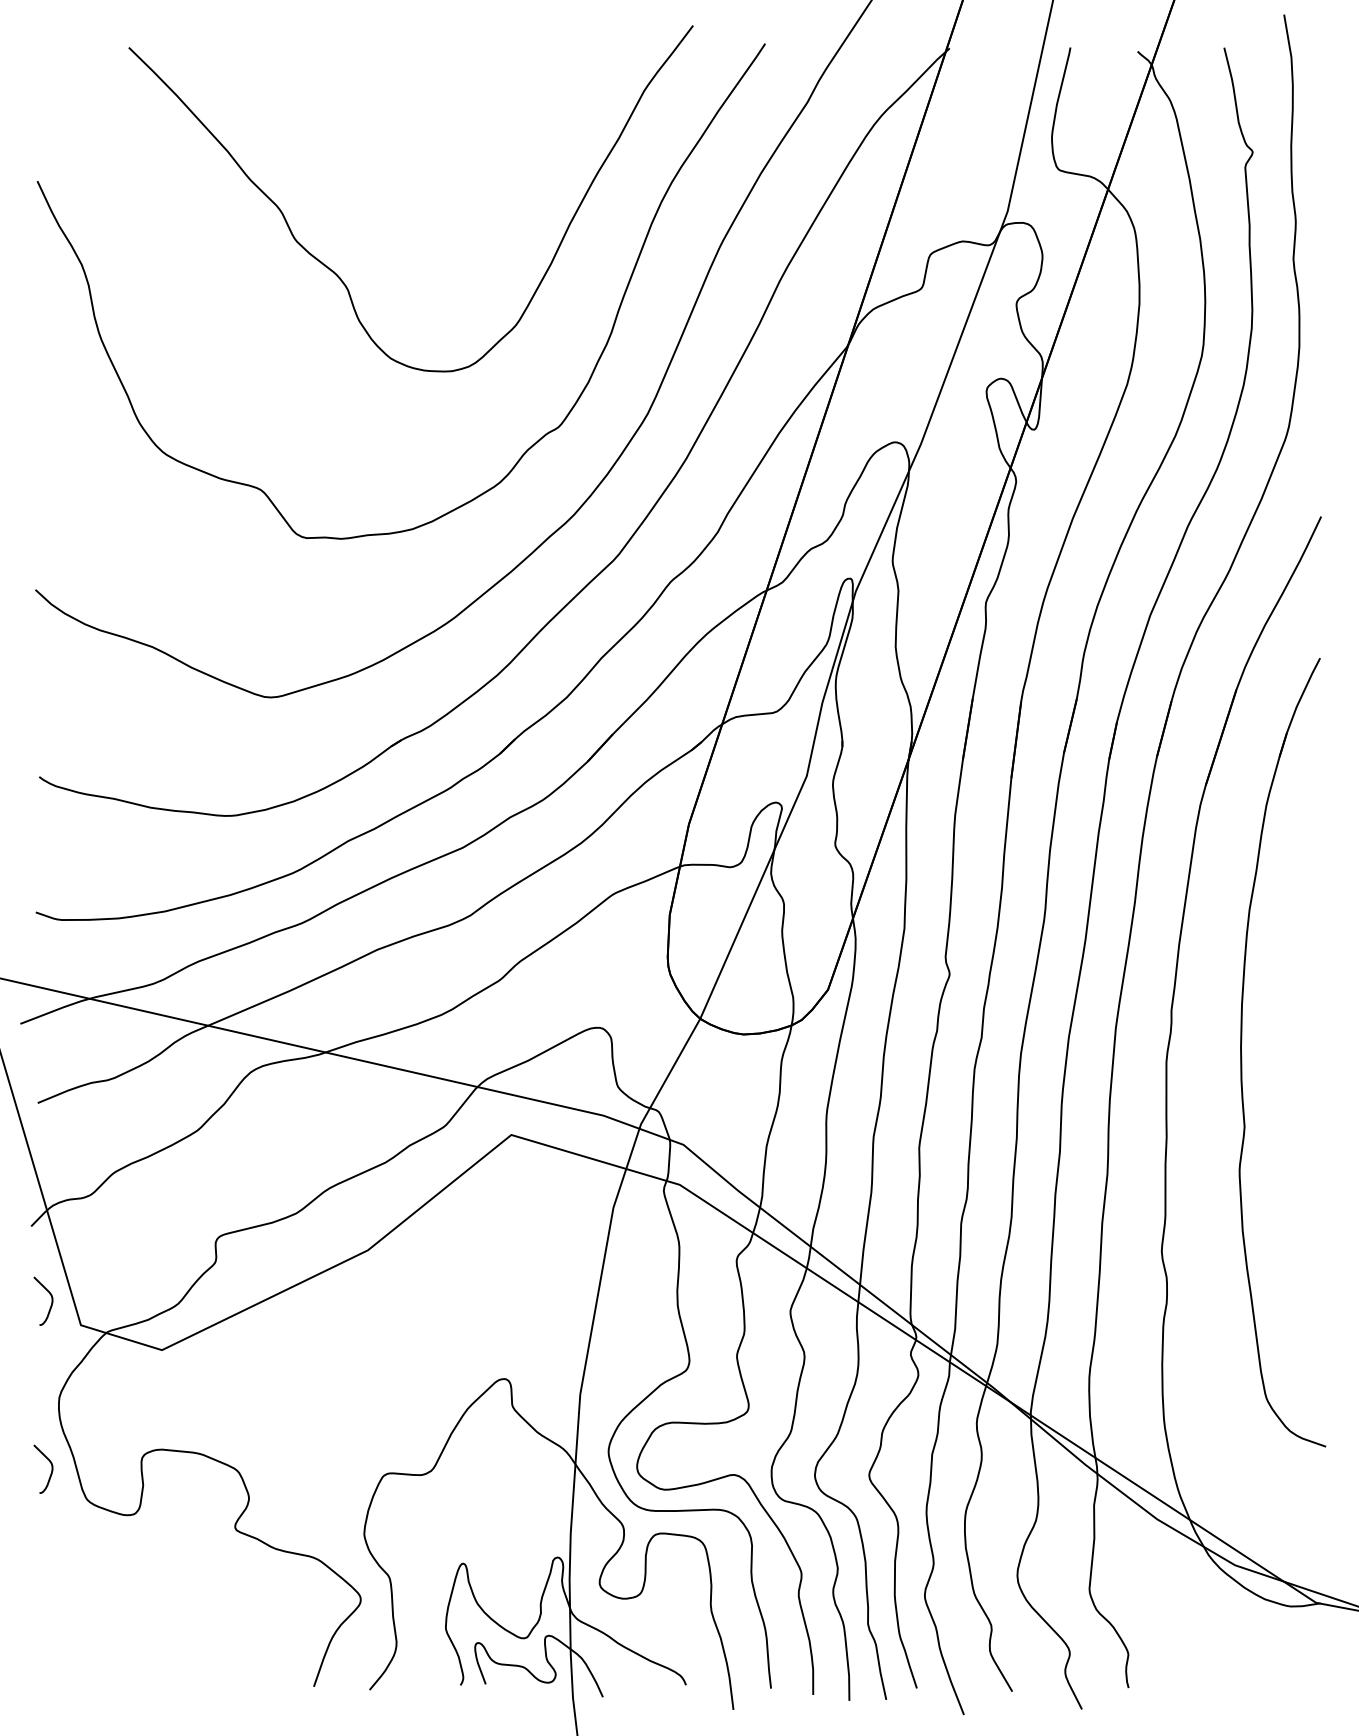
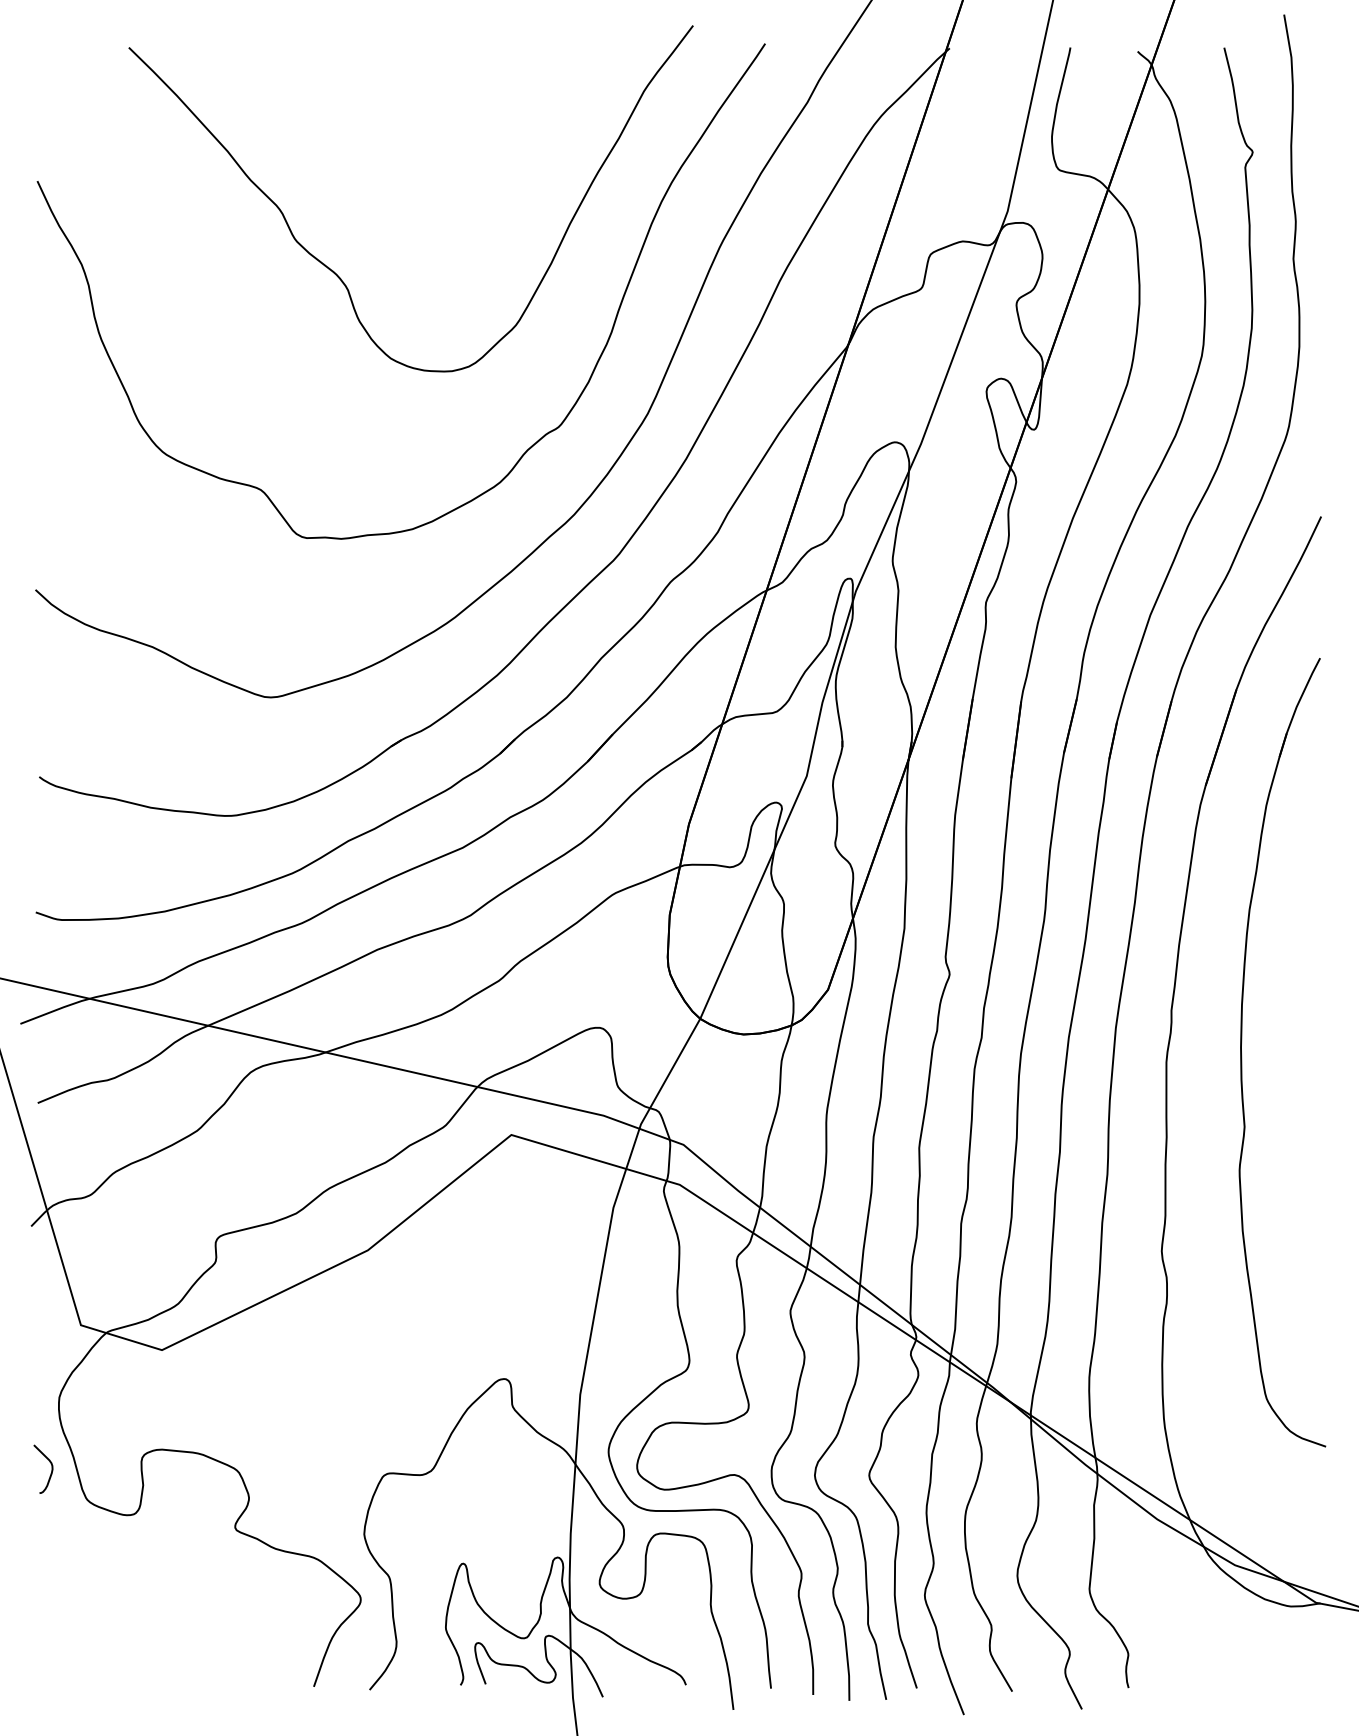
curve at (51, 1300): present -> none
